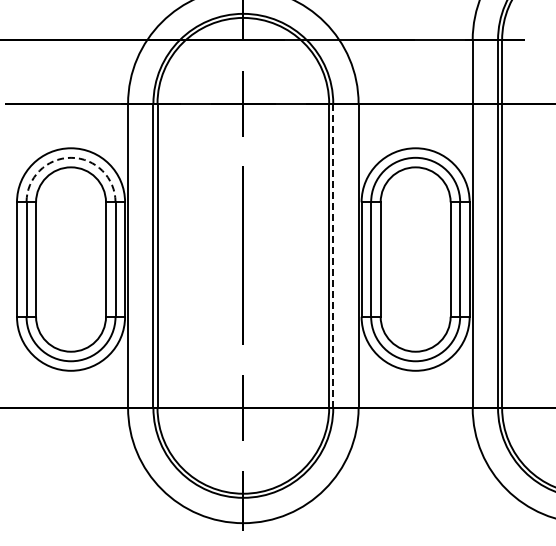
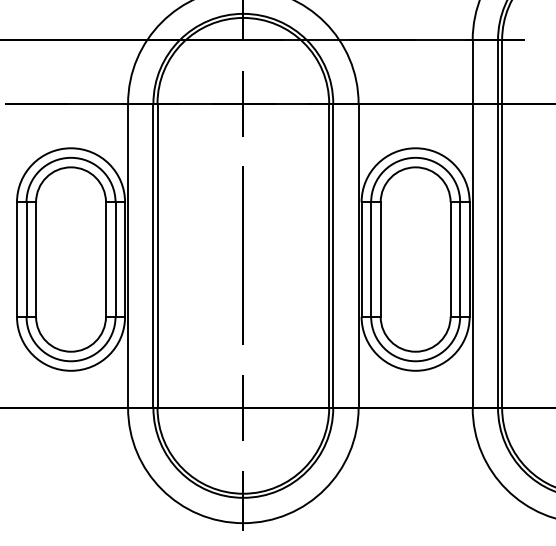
arc at (71, 157): dashed -> solid
line at (333, 255): dashed -> solid
